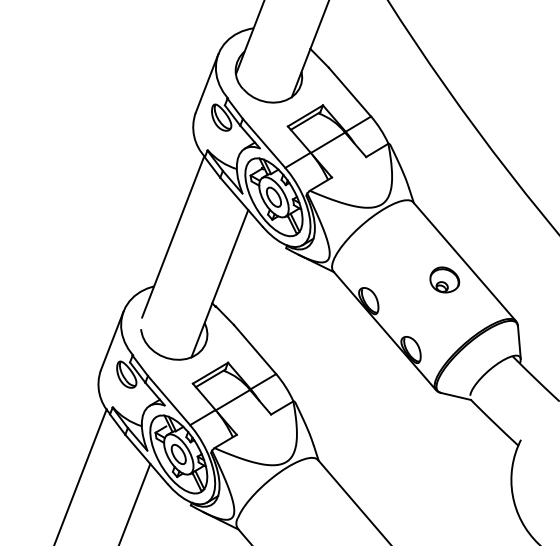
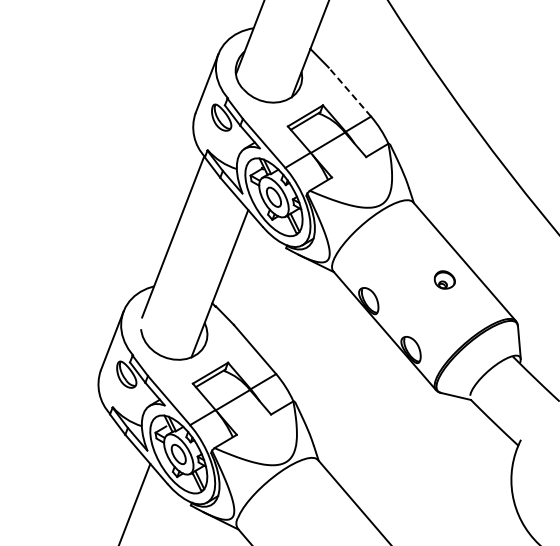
line at (349, 91): solid -> dashed
part at (444, 279) size: 32x28 px -> 23x20 px
line at (80, 475): present -> none
